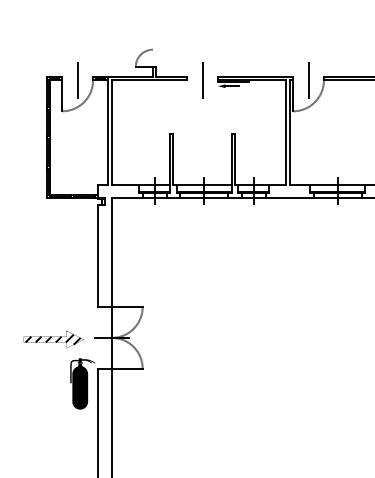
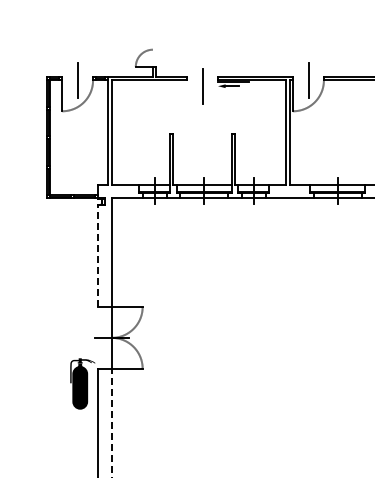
line at (202, 80) position: (202, 80) -> (202, 86)
line at (98, 255): solid -> dashed
part at (53, 338): present -> none
line at (111, 423): solid -> dashed
